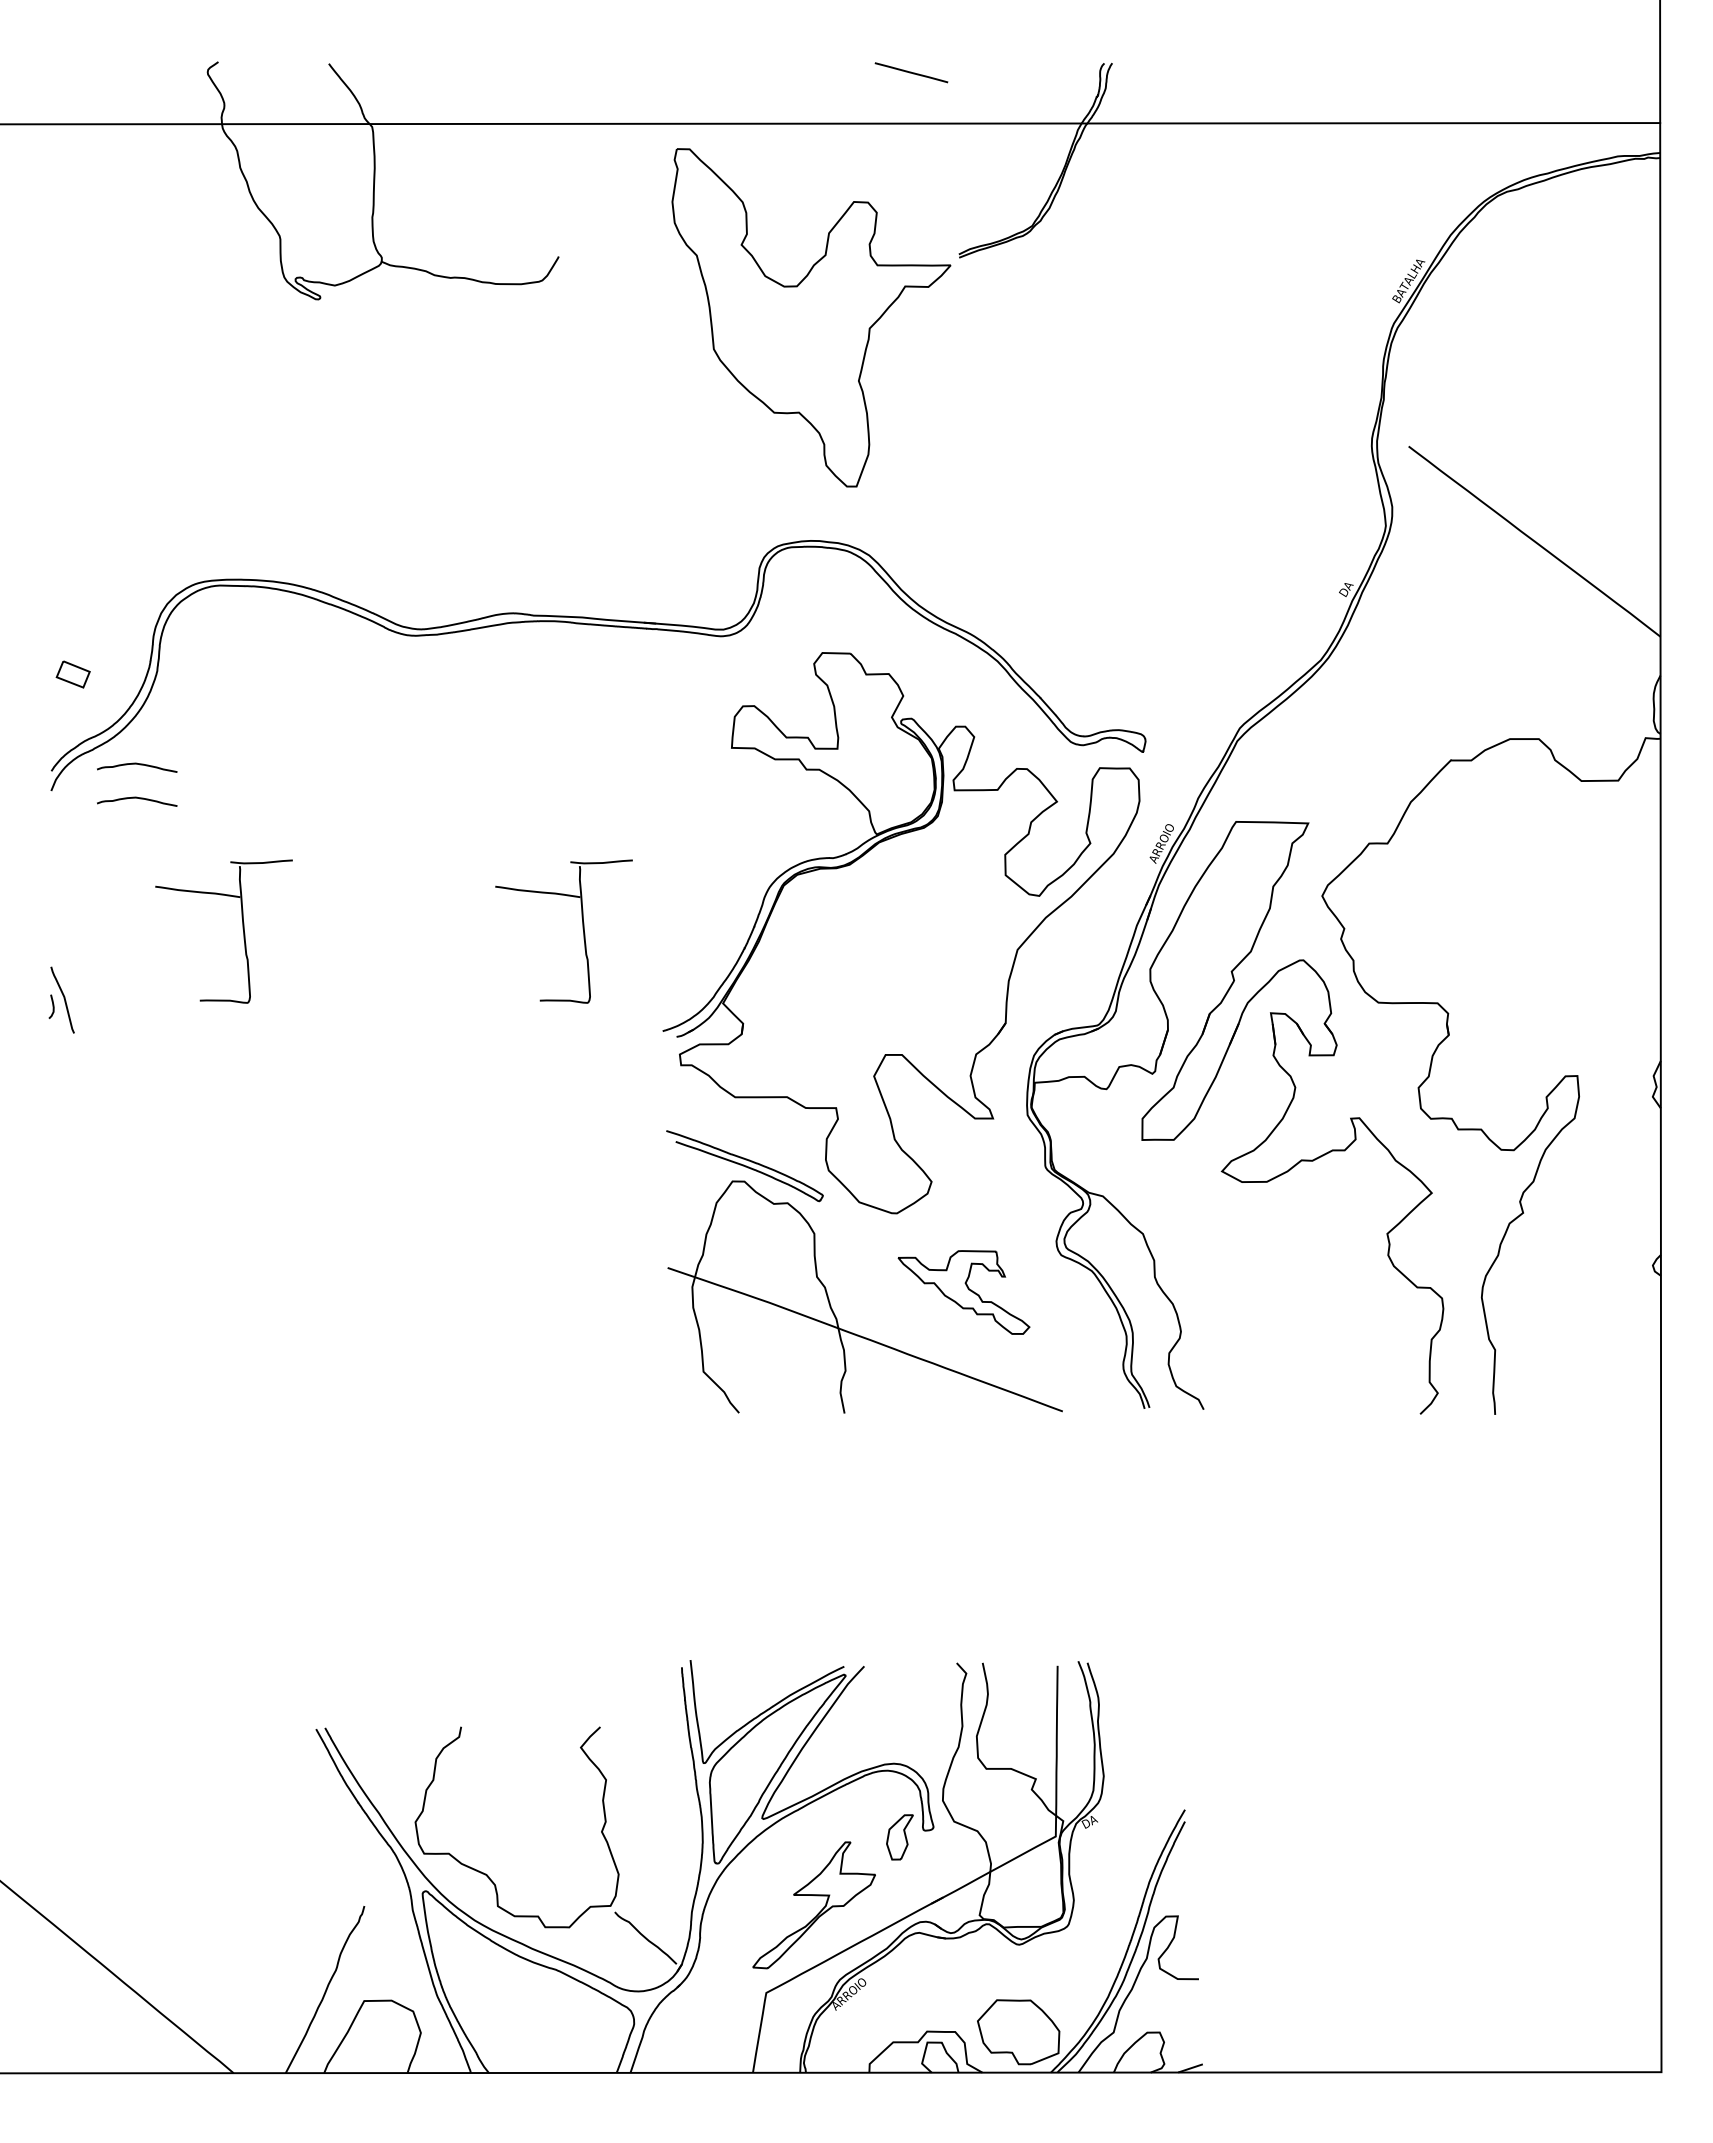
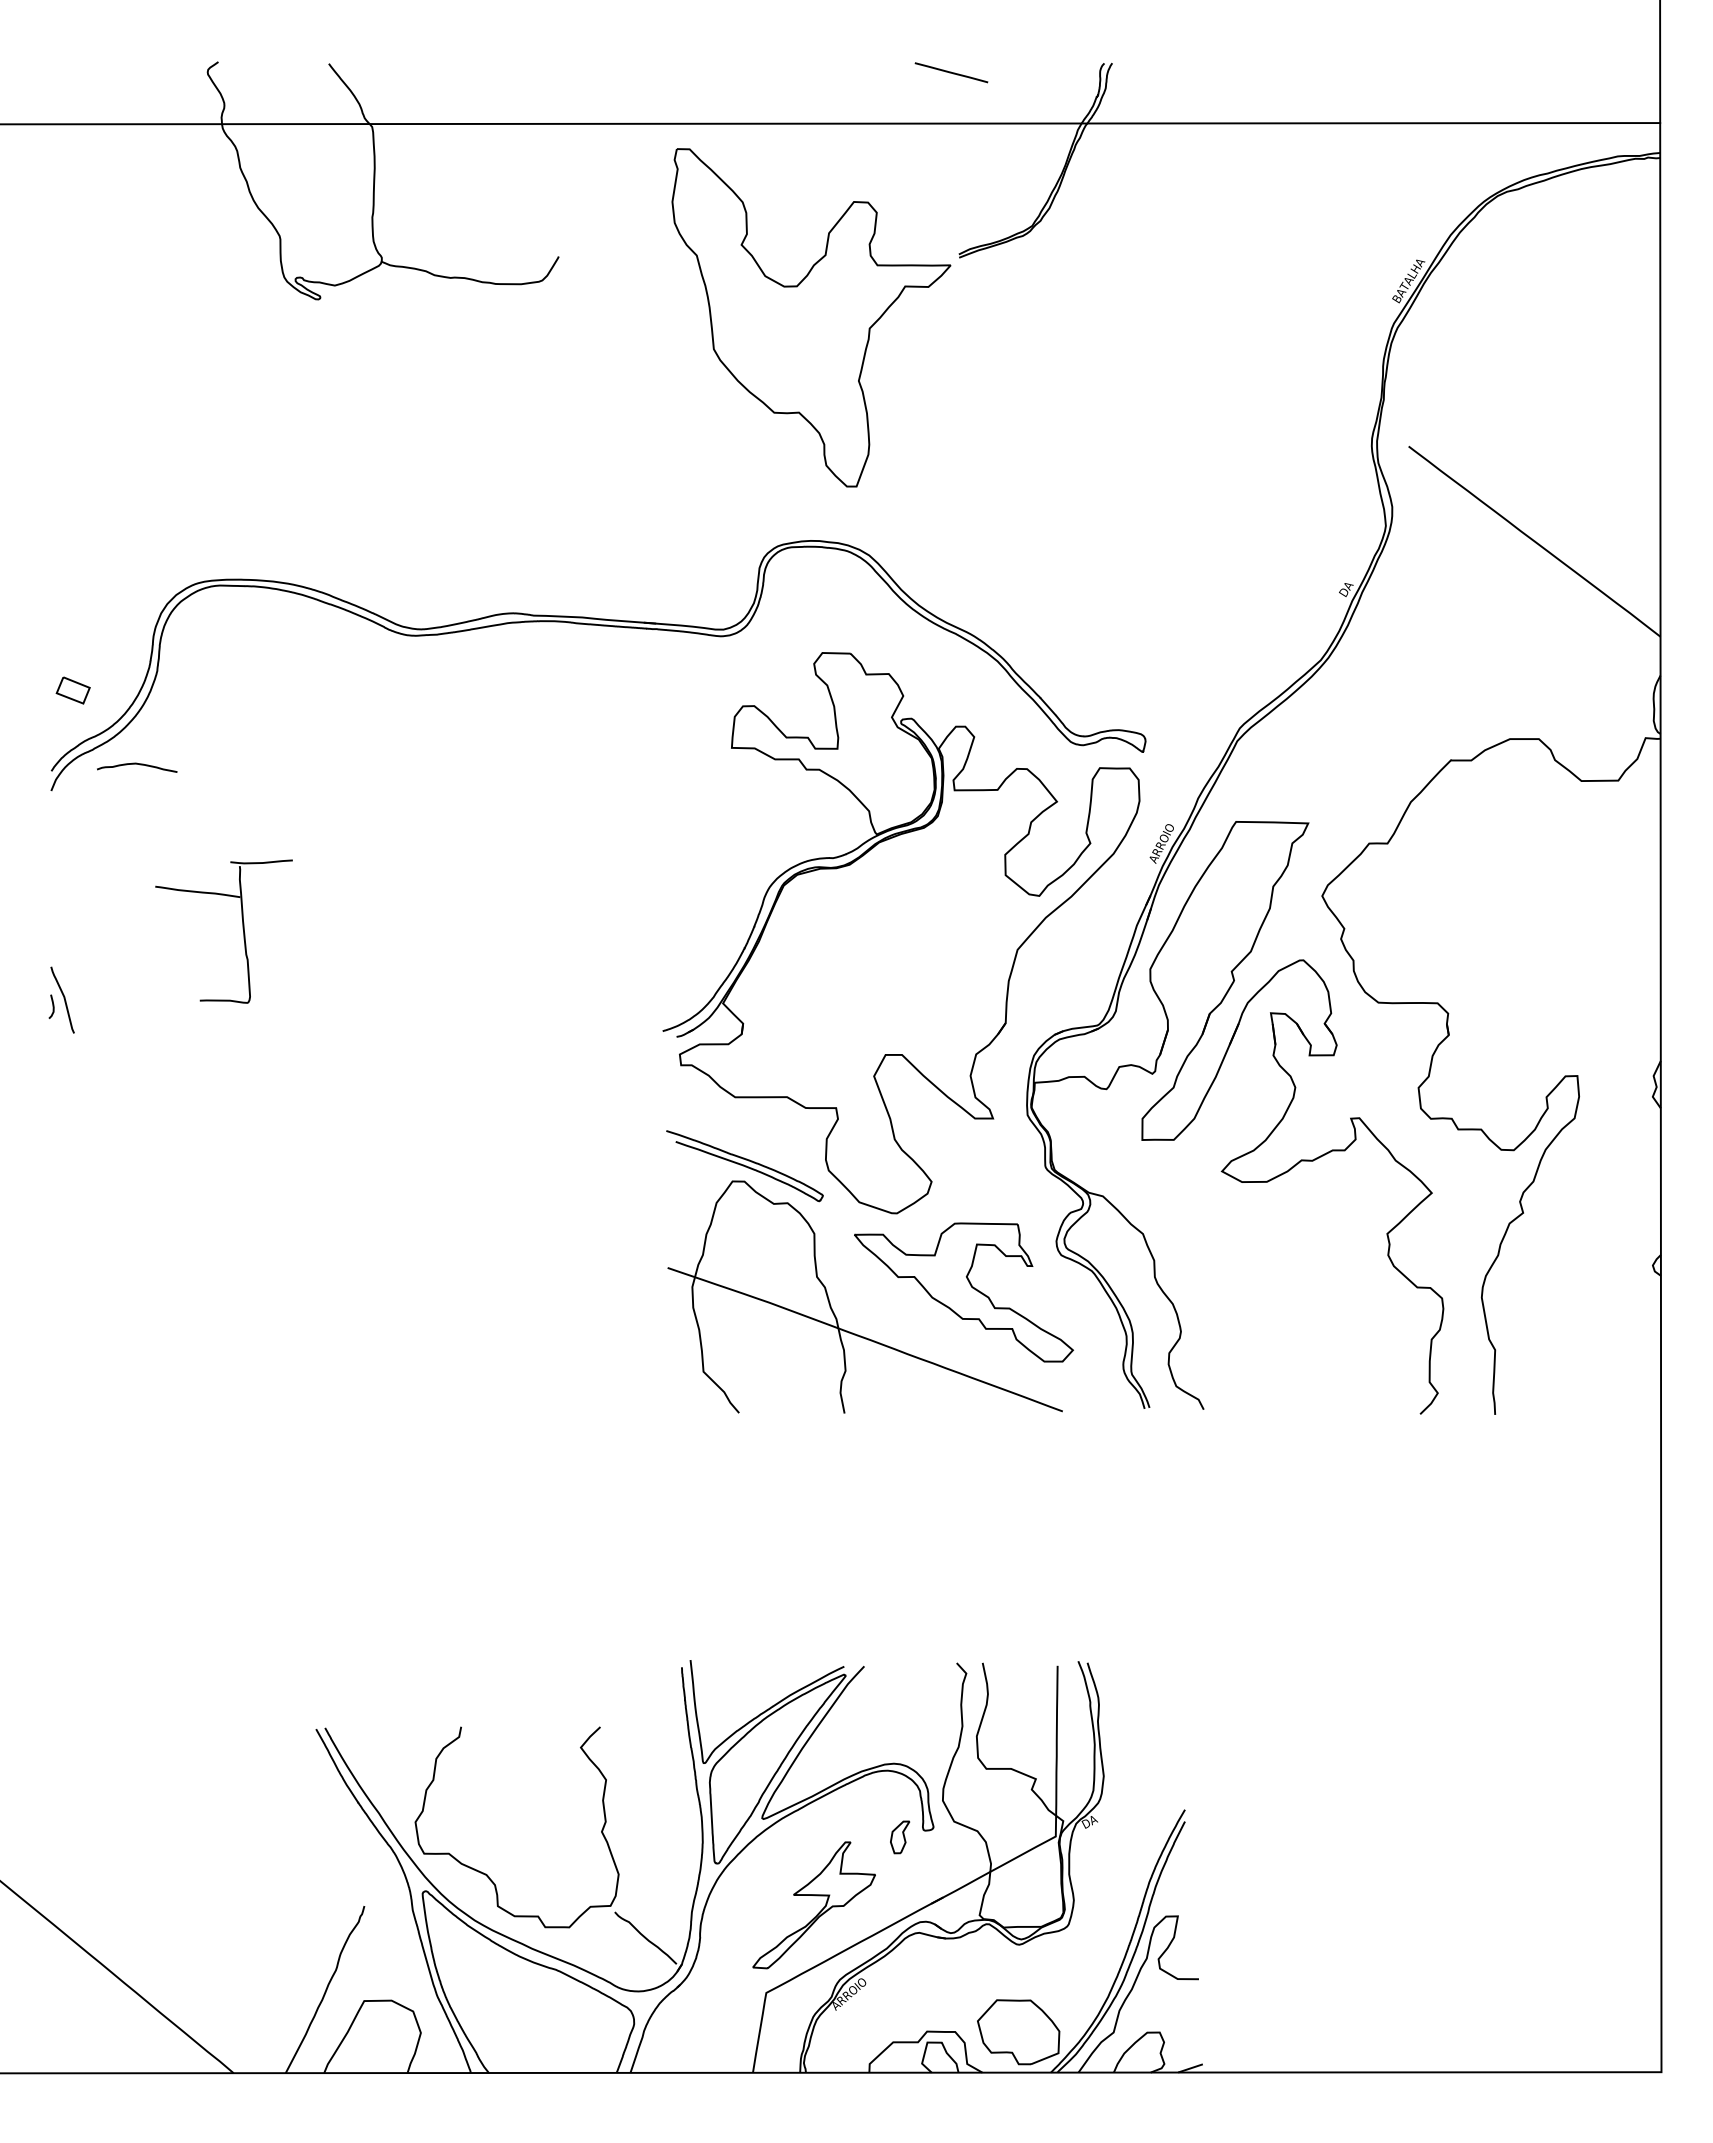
line at (911, 72) position: (911, 72) -> (951, 72)
part at (72, 674) position: (72, 674) -> (72, 690)
curve at (137, 798): present -> none
part at (582, 929): present -> none
part at (963, 1292) size: 134x85 px -> 220x141 px
part at (899, 1837) size: 28x47 px -> 21x35 px
